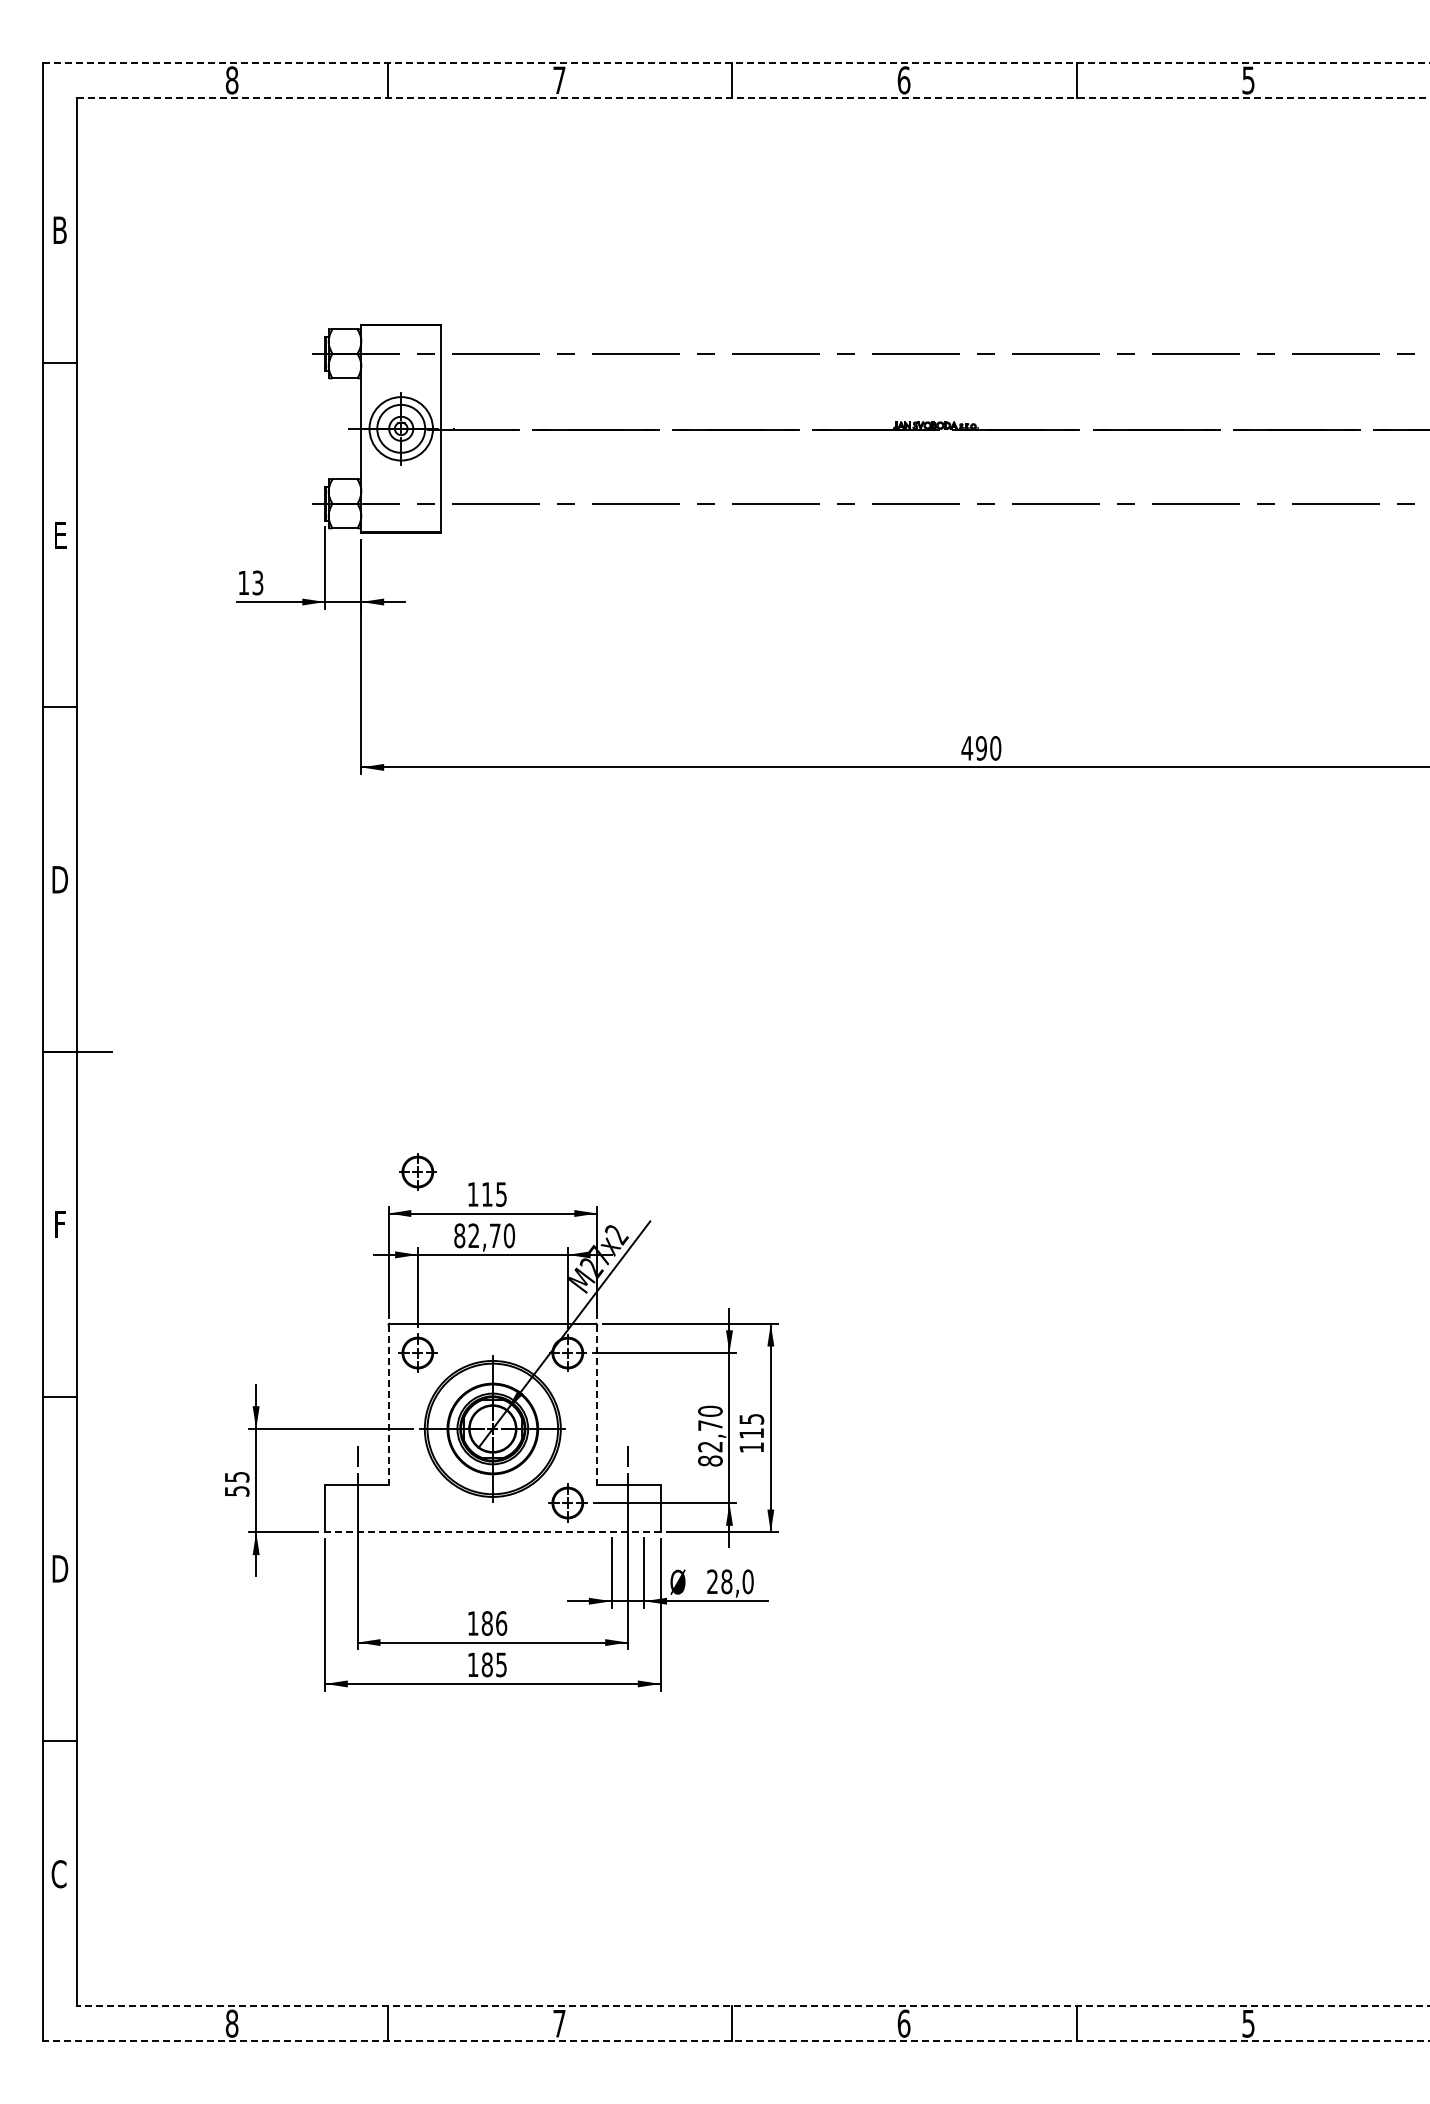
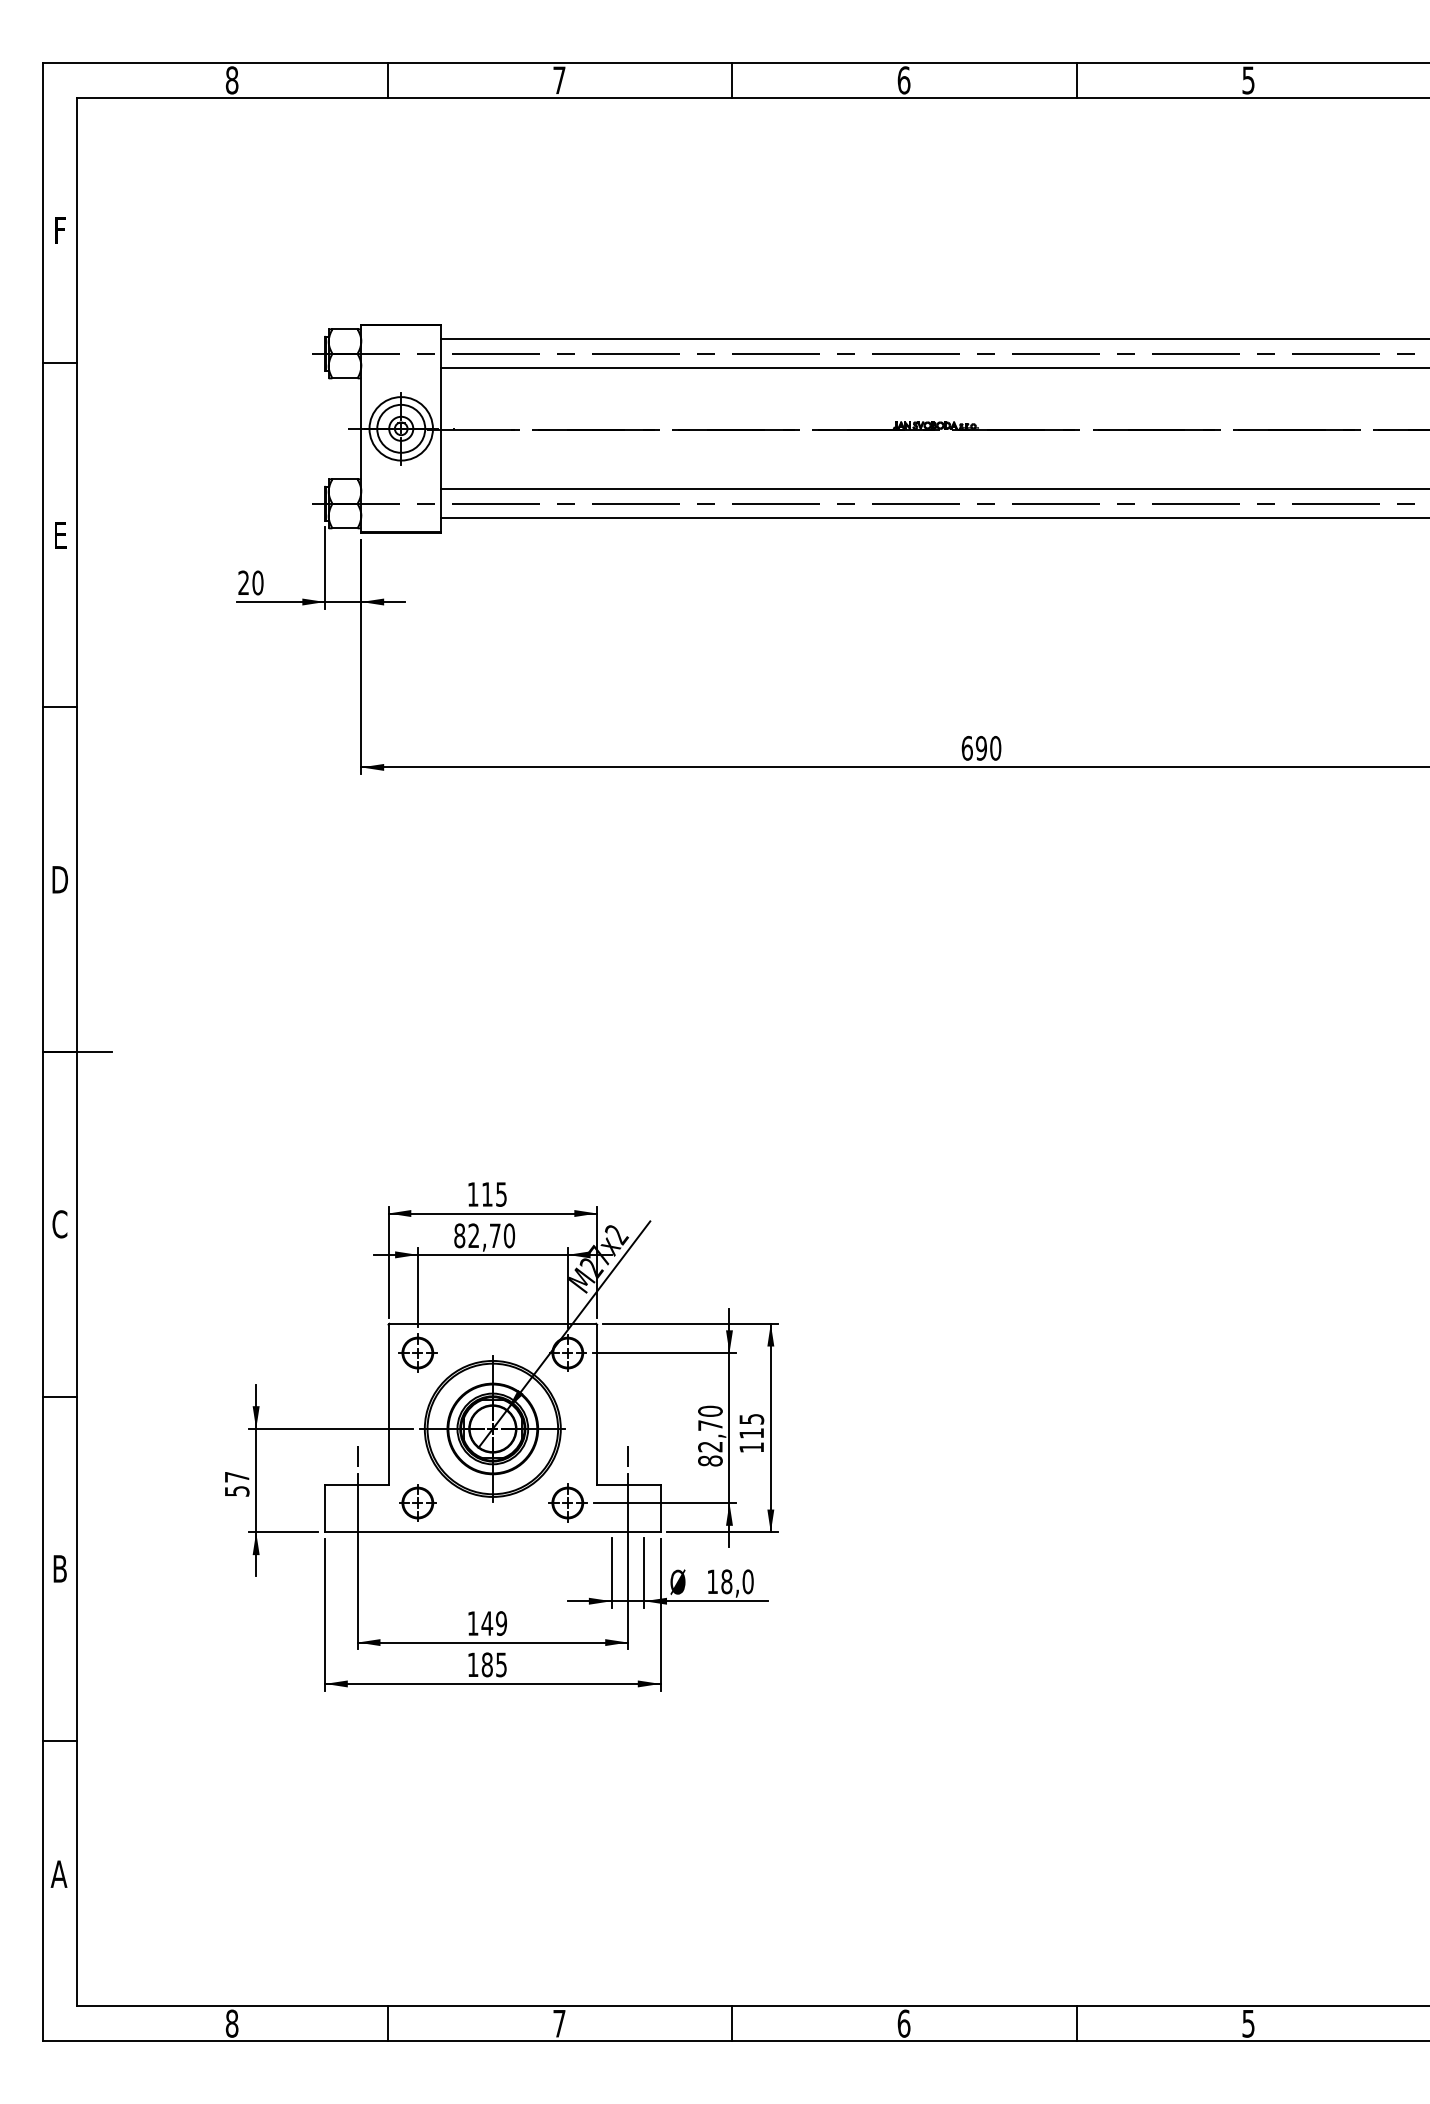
line at (736, 63): dashed -> solid
line at (753, 97): dashed -> solid
text at (59, 229): B -> F
line at (933, 339): none -> present
line at (933, 368): none -> present
line at (933, 489): none -> present
line at (933, 518): none -> present
text at (250, 582): 13 -> 20
text at (967, 748): 490 -> 690
part at (417, 1171) position: (417, 1171) -> (417, 1502)
text at (59, 1224): F -> C
line at (388, 1405): dashed -> solid
line at (597, 1405): dashed -> solid
text at (237, 1477): 55 -> 57
line at (492, 1532): dashed -> solid
text at (60, 1568): D -> B
text at (712, 1581): 28,0 -> 18,0
text at (494, 1623): 186 -> 149
text at (58, 1874): C -> A
line at (753, 2006): dashed -> solid
line at (735, 2040): dashed -> solid
